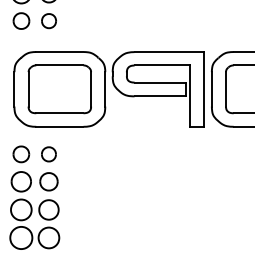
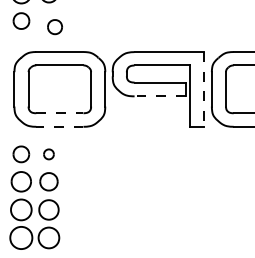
part at (48, 21) position: (48, 21) -> (54, 27)
line at (204, 89): solid -> dashed
line at (160, 96): solid -> dashed
line at (59, 113): solid -> dashed
line at (59, 126): solid -> dashed
part at (48, 154) size: 16x17 px -> 12x13 px
